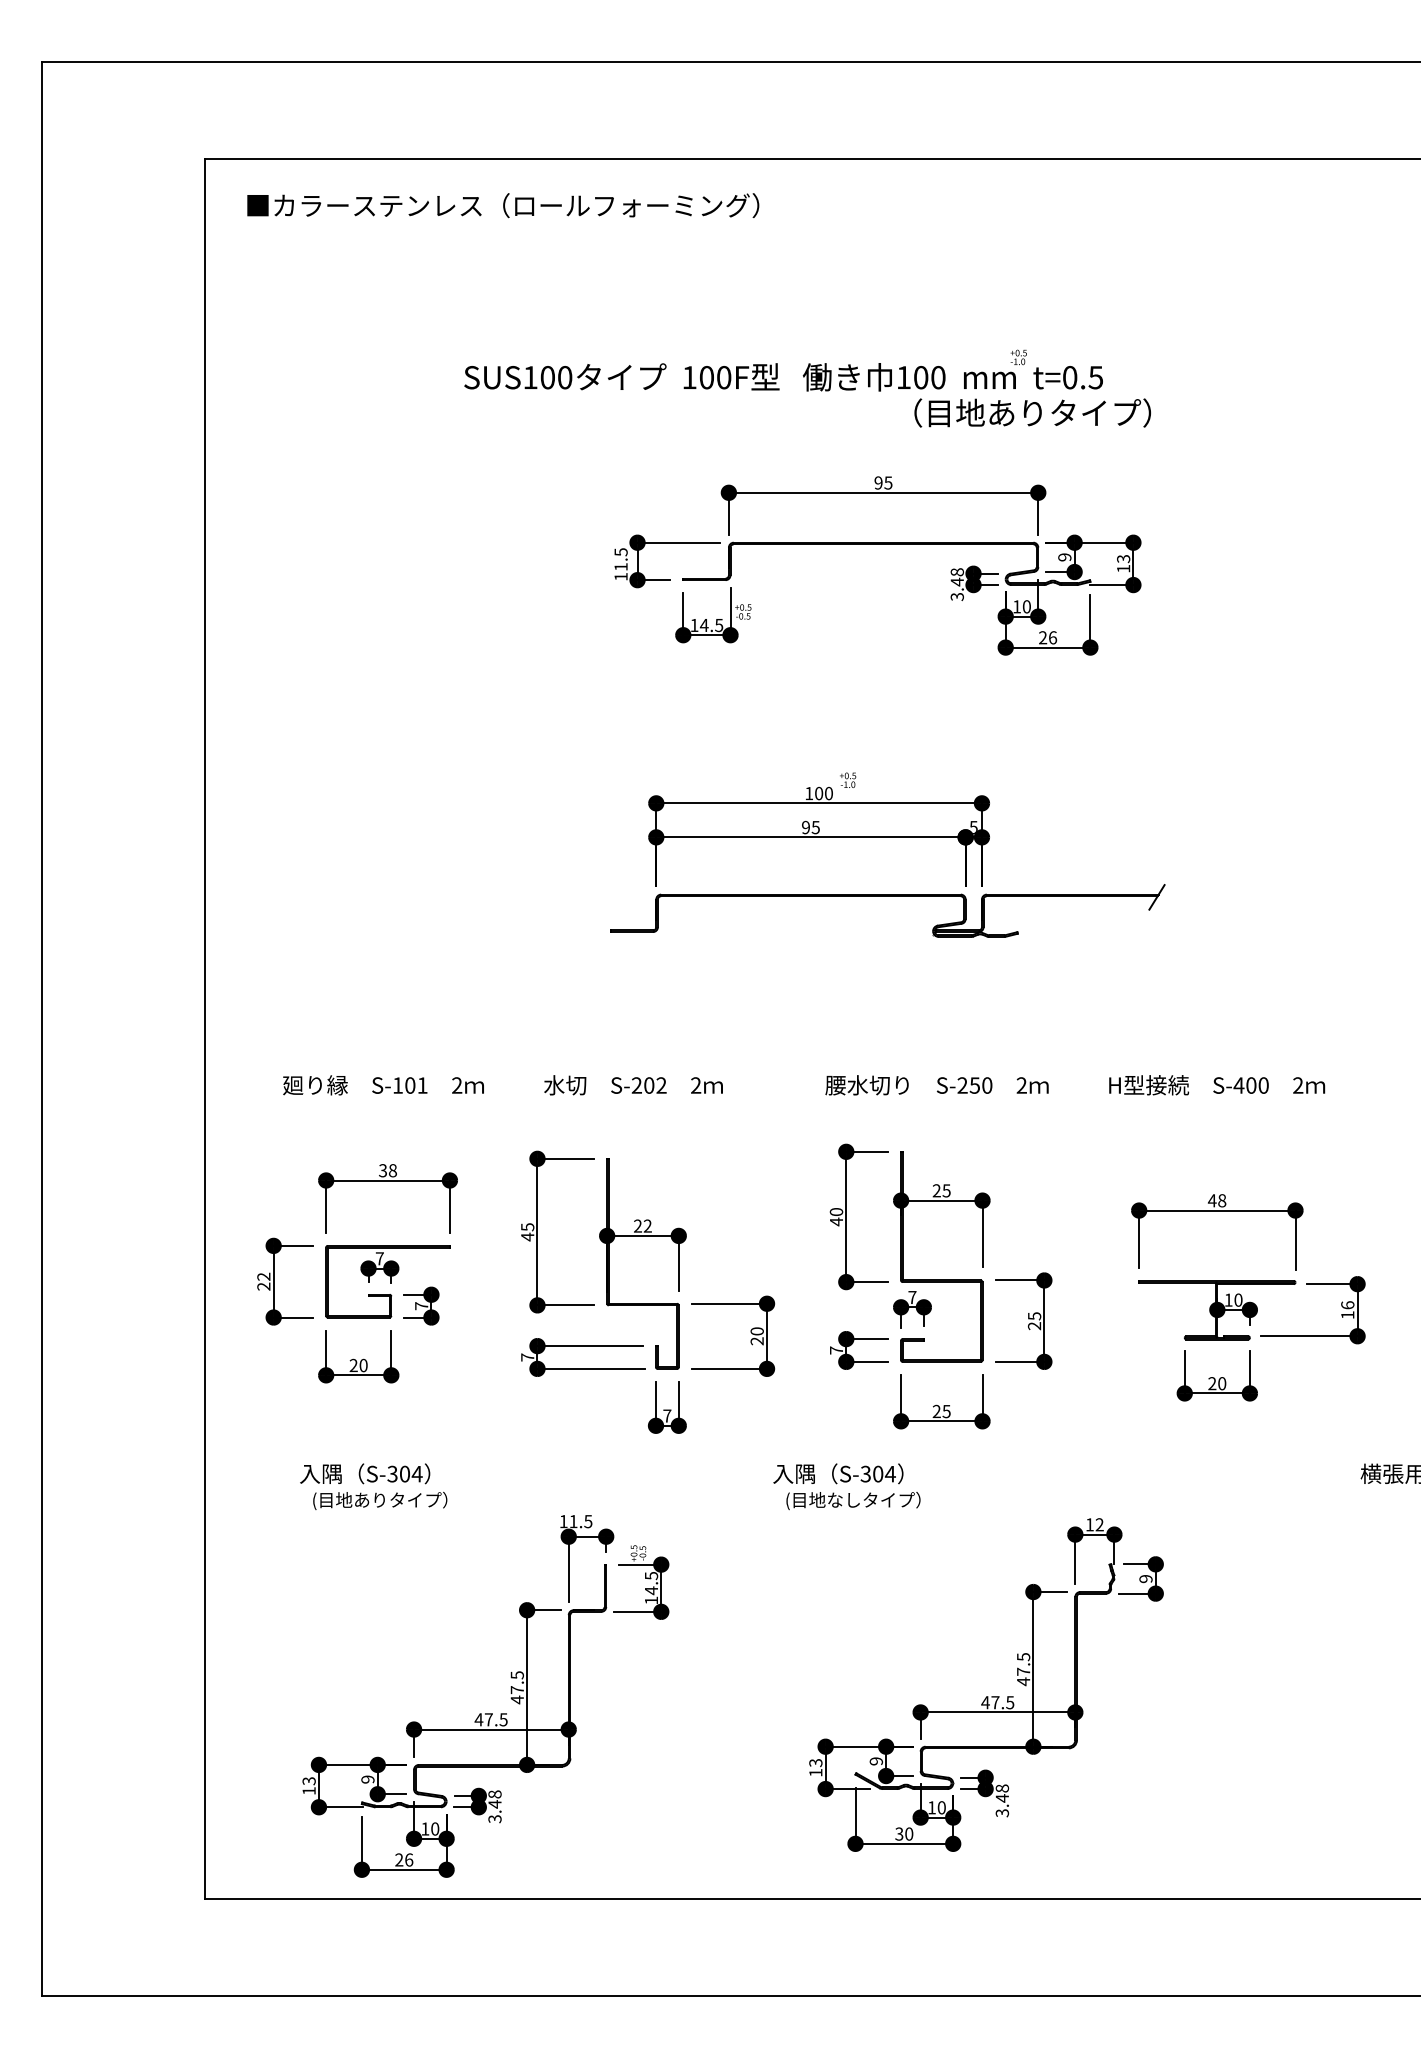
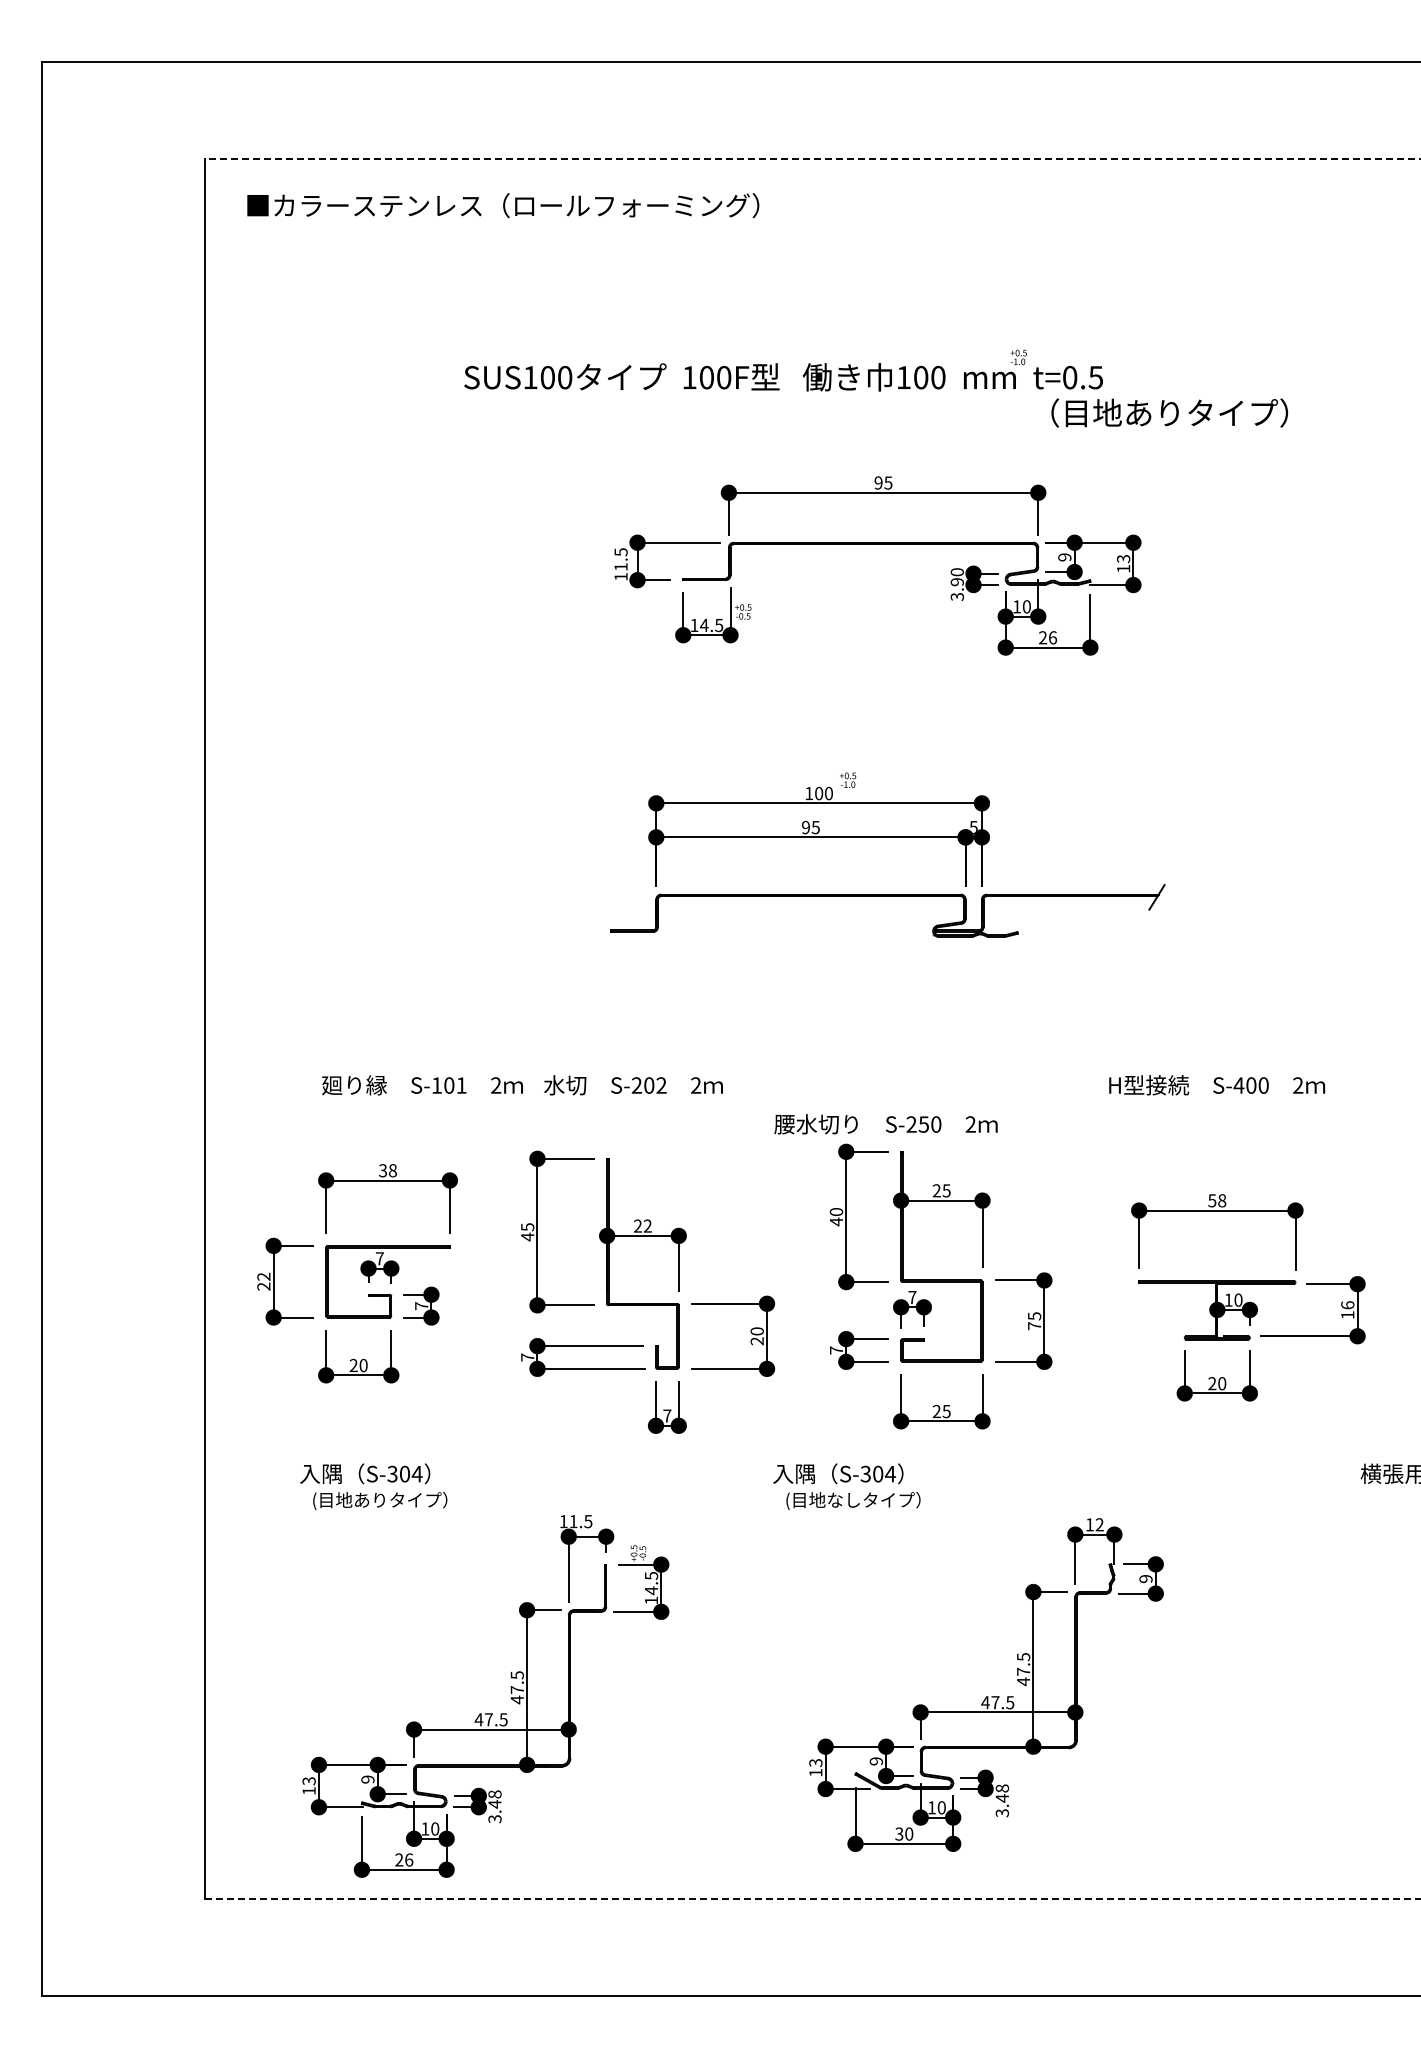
line at (813, 159): solid -> dashed
text at (1032, 412) position: (1032, 412) -> (1169, 412)
text at (956, 577): 3.48 -> 3.90
text at (383, 1085) position: (383, 1085) -> (422, 1085)
text at (936, 1085) position: (936, 1085) -> (885, 1124)
text at (1211, 1200): 48 -> 58
text at (1034, 1326): 25 -> 75
line at (813, 1898): solid -> dashed
